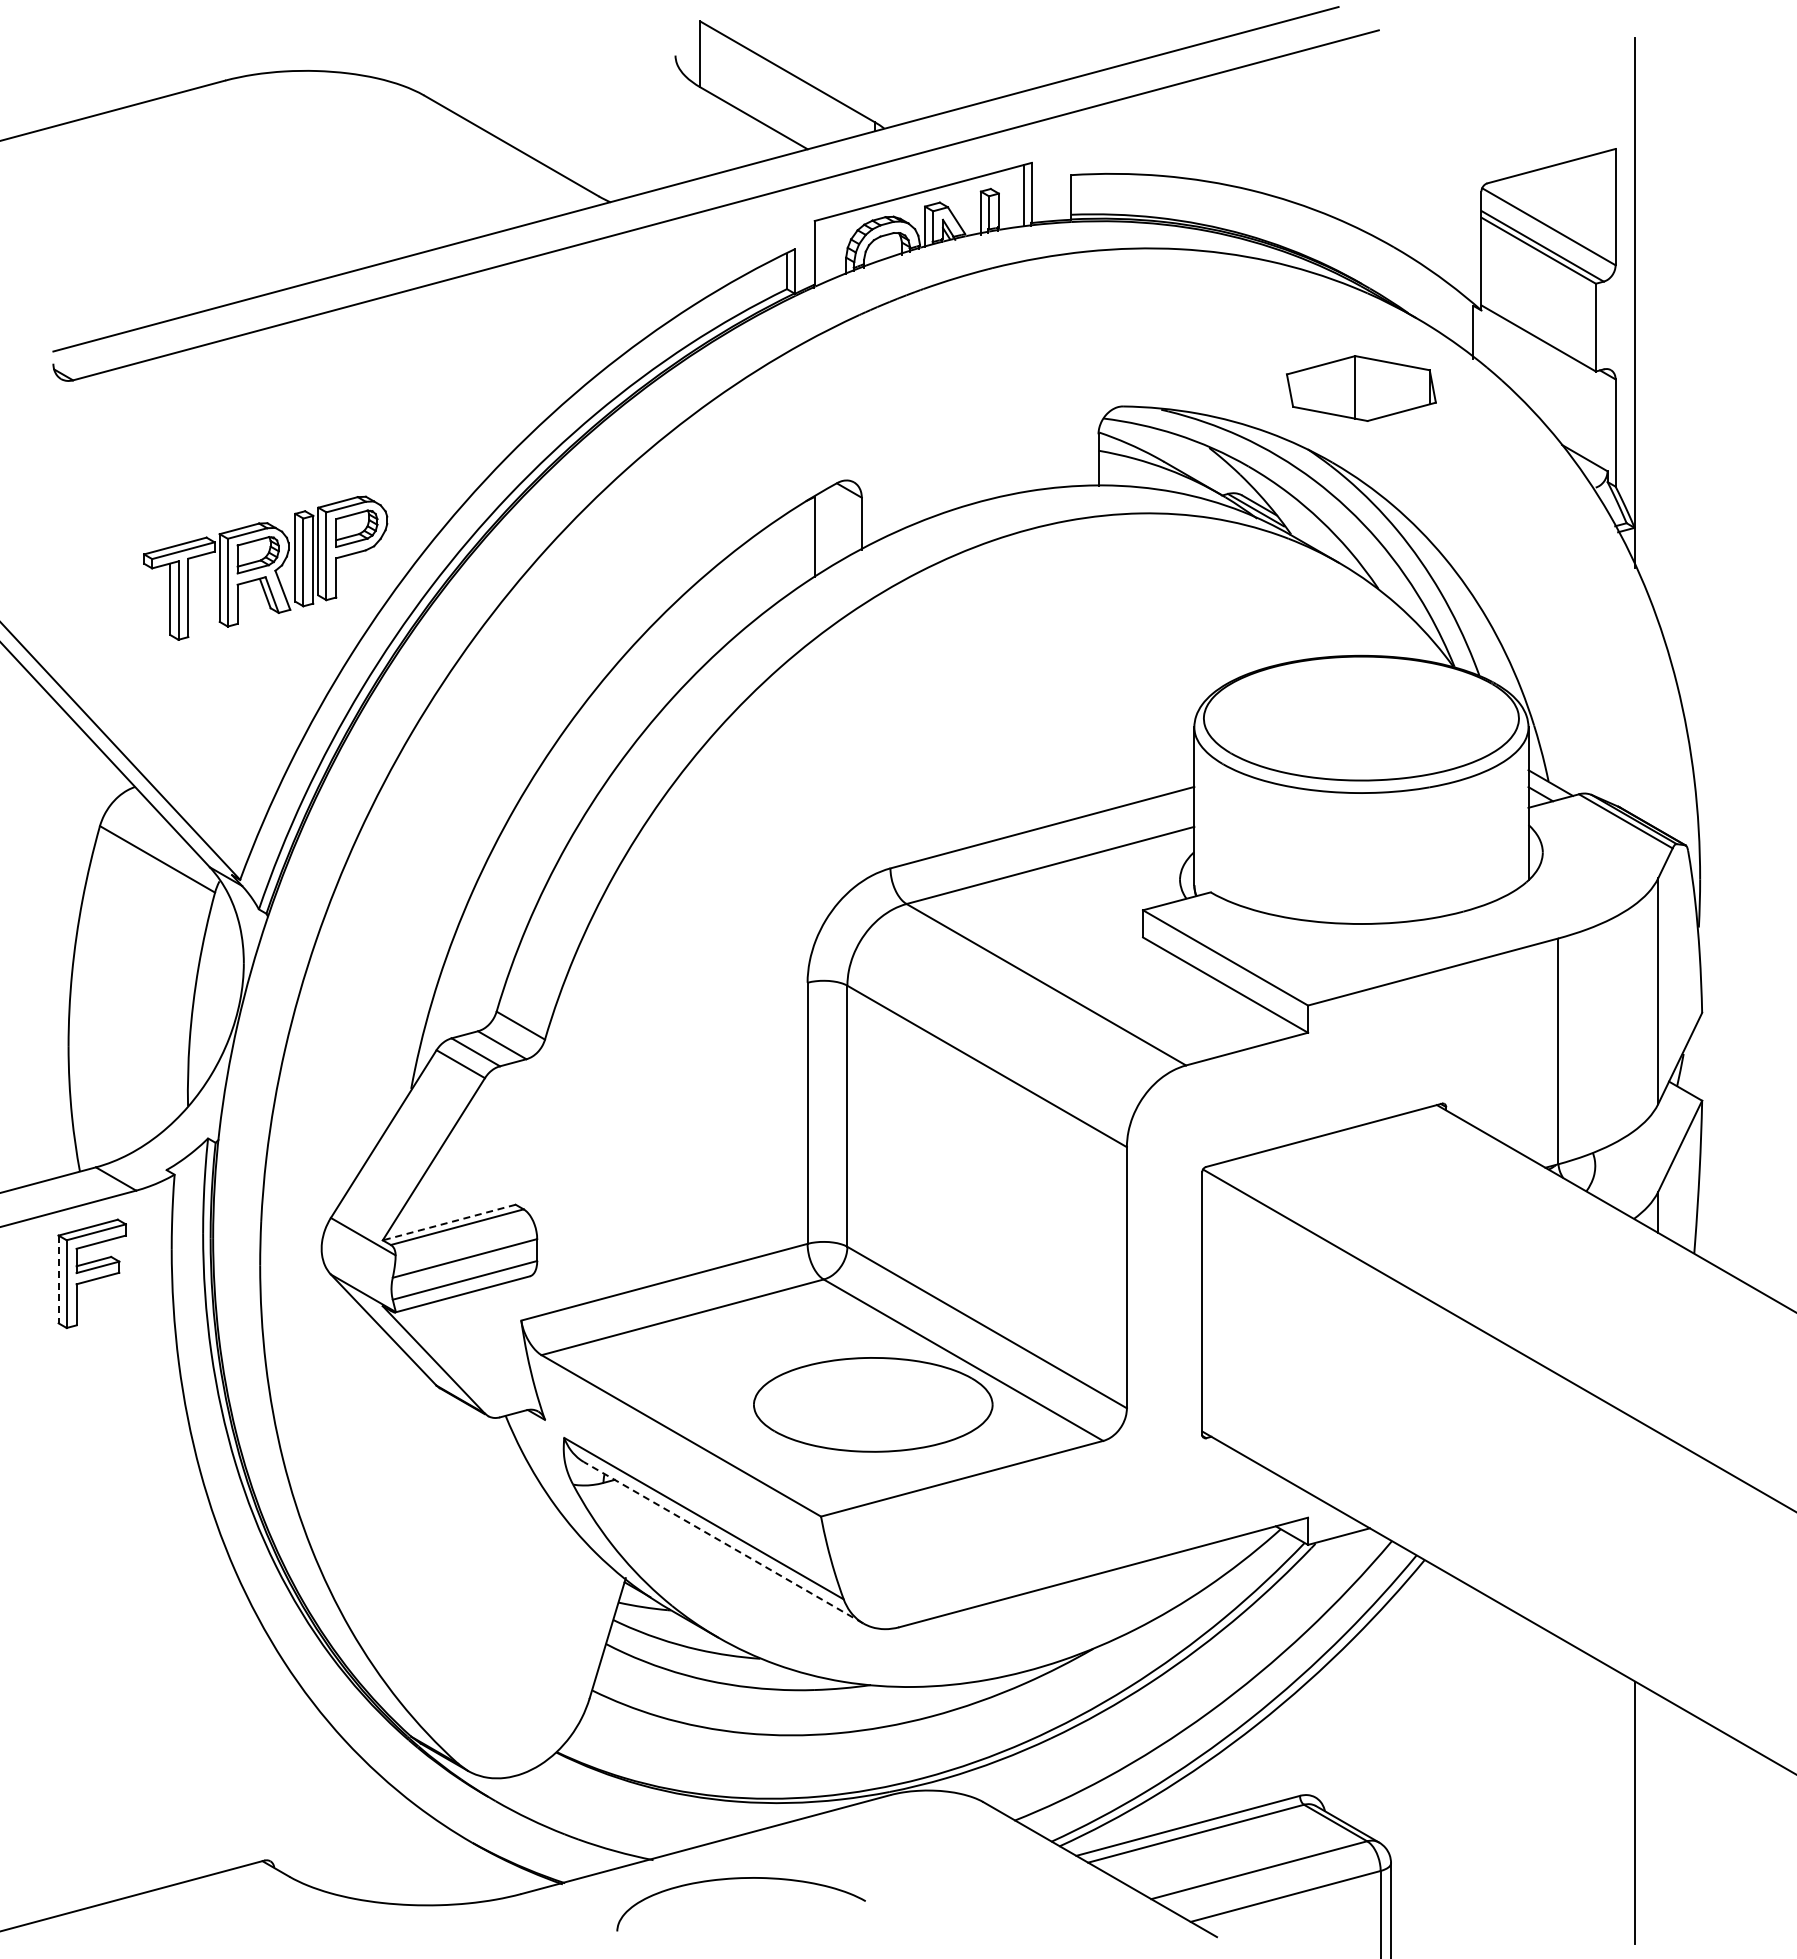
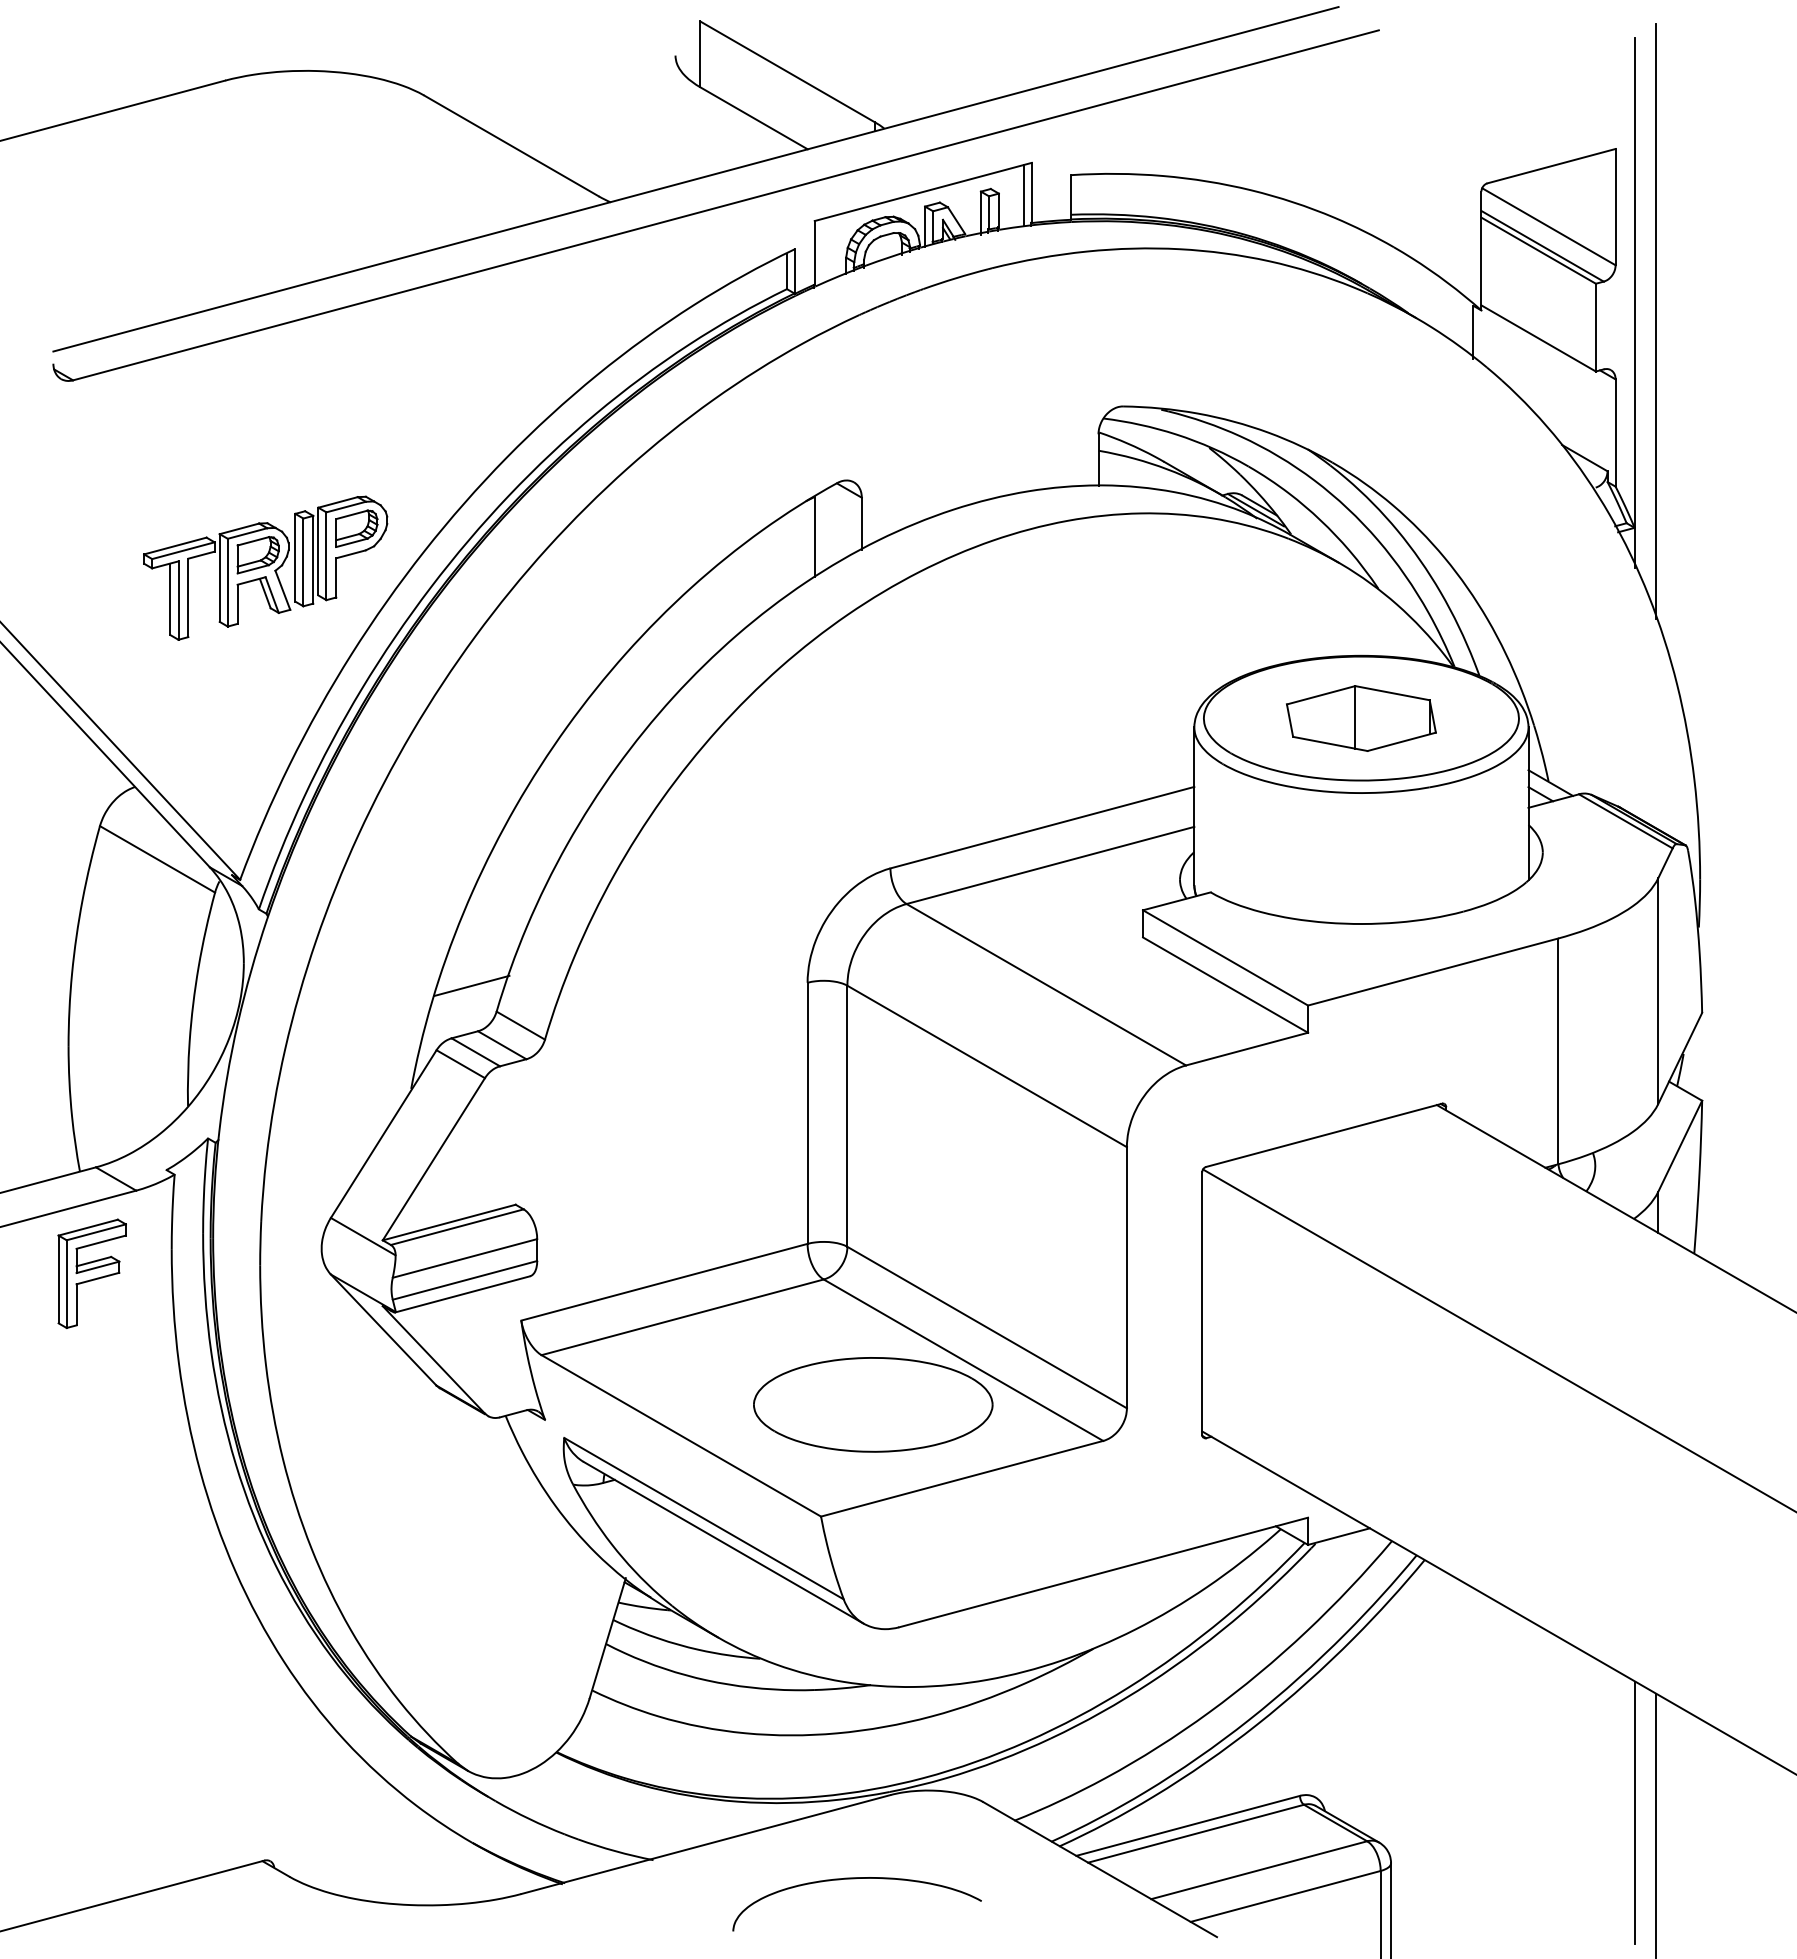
line at (1656, 321): none -> present
part at (1361, 388) position: (1361, 388) -> (1361, 718)
line at (471, 985): none -> present
line at (449, 1222): dashed -> solid
line at (58, 1279): dashed -> solid
line at (723, 1542): dashed -> solid
line at (1656, 1824): none -> present
curve at (739, 1879) position: (739, 1879) -> (855, 1879)
